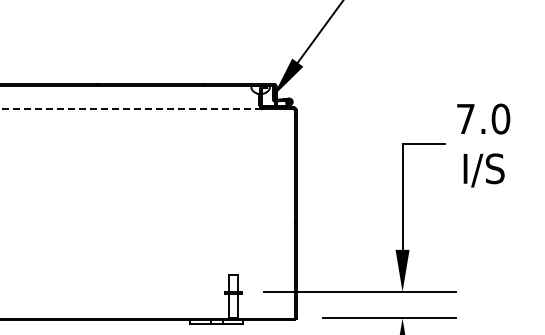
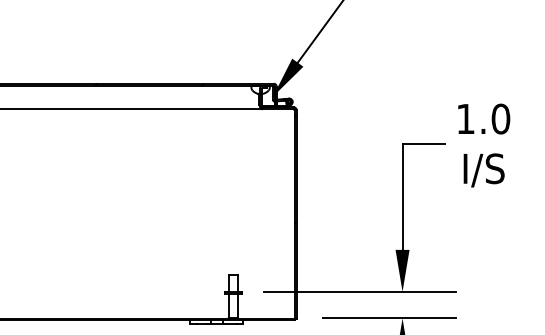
line at (131, 109): dashed -> solid
text at (465, 118): 7.0 -> 1.0
